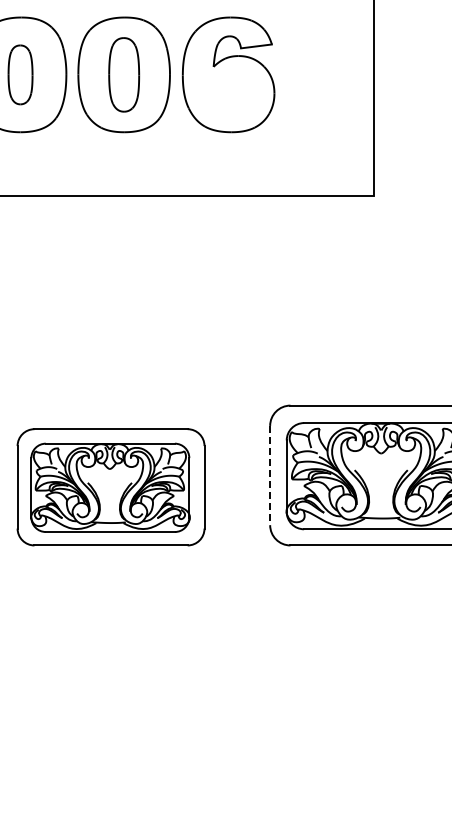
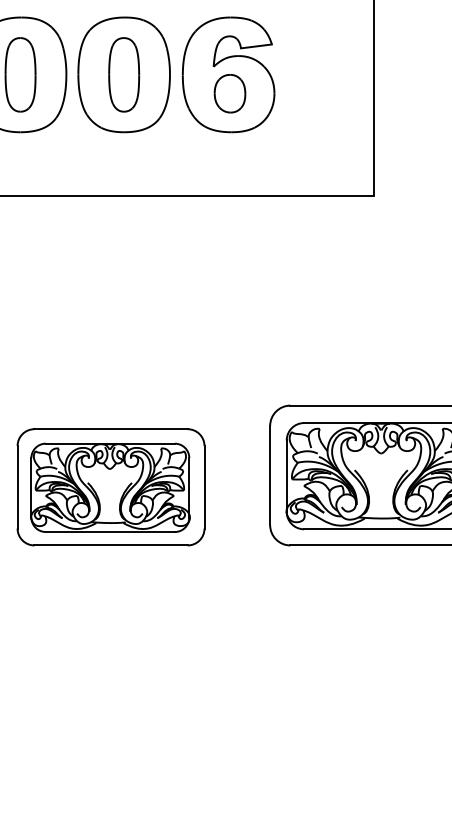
part at (20, 74) size: 27x62 px -> 33x76 px
part at (229, 93): none -> present
line at (270, 475): dashed -> solid
